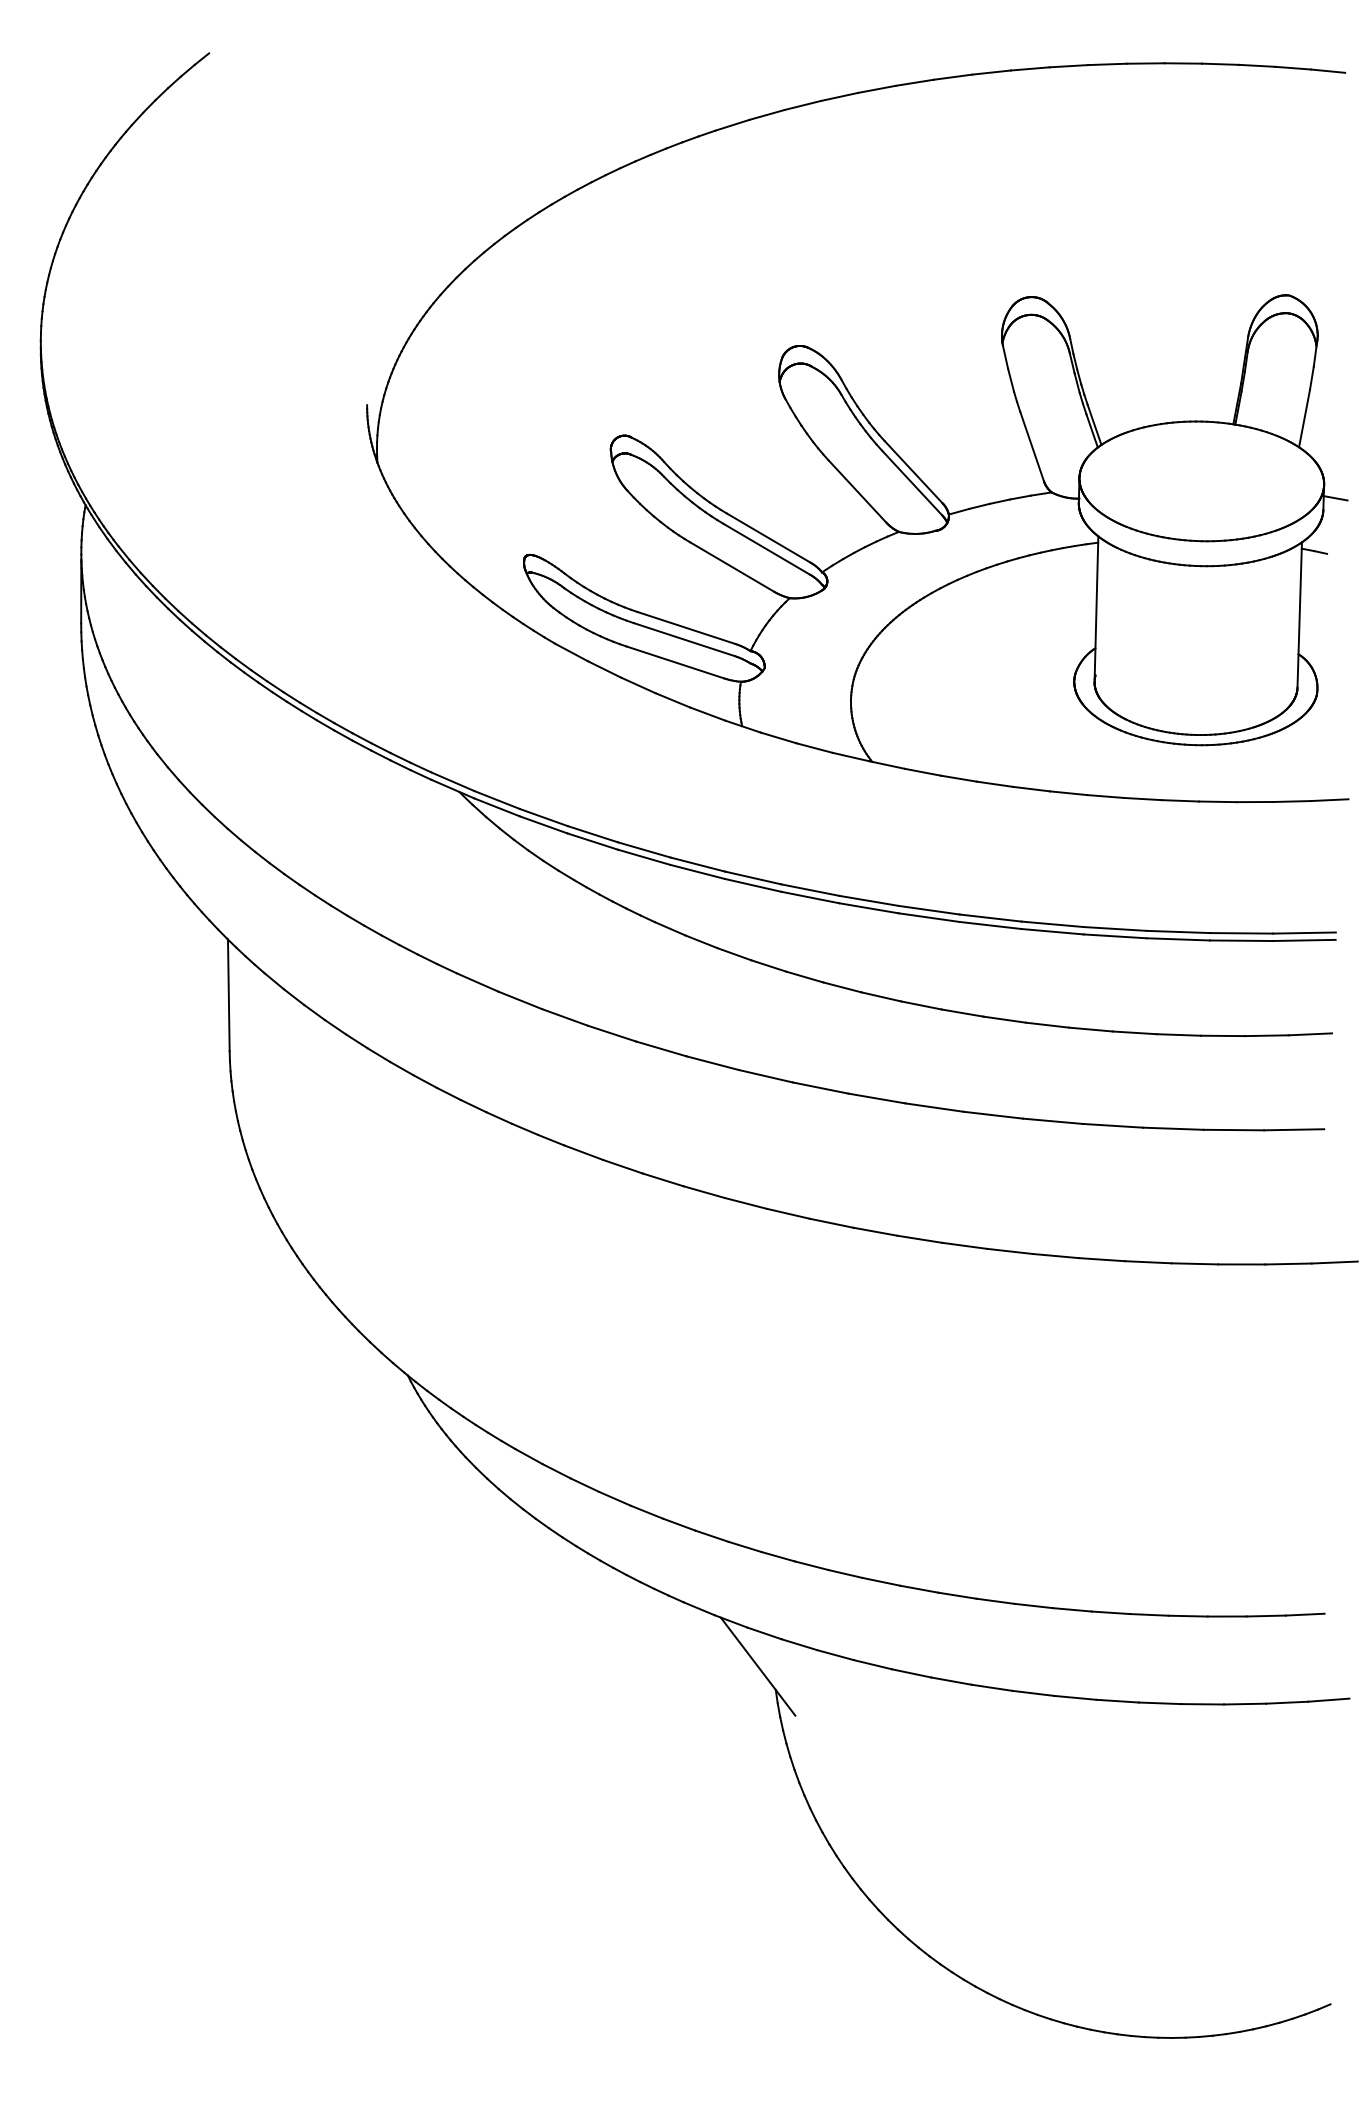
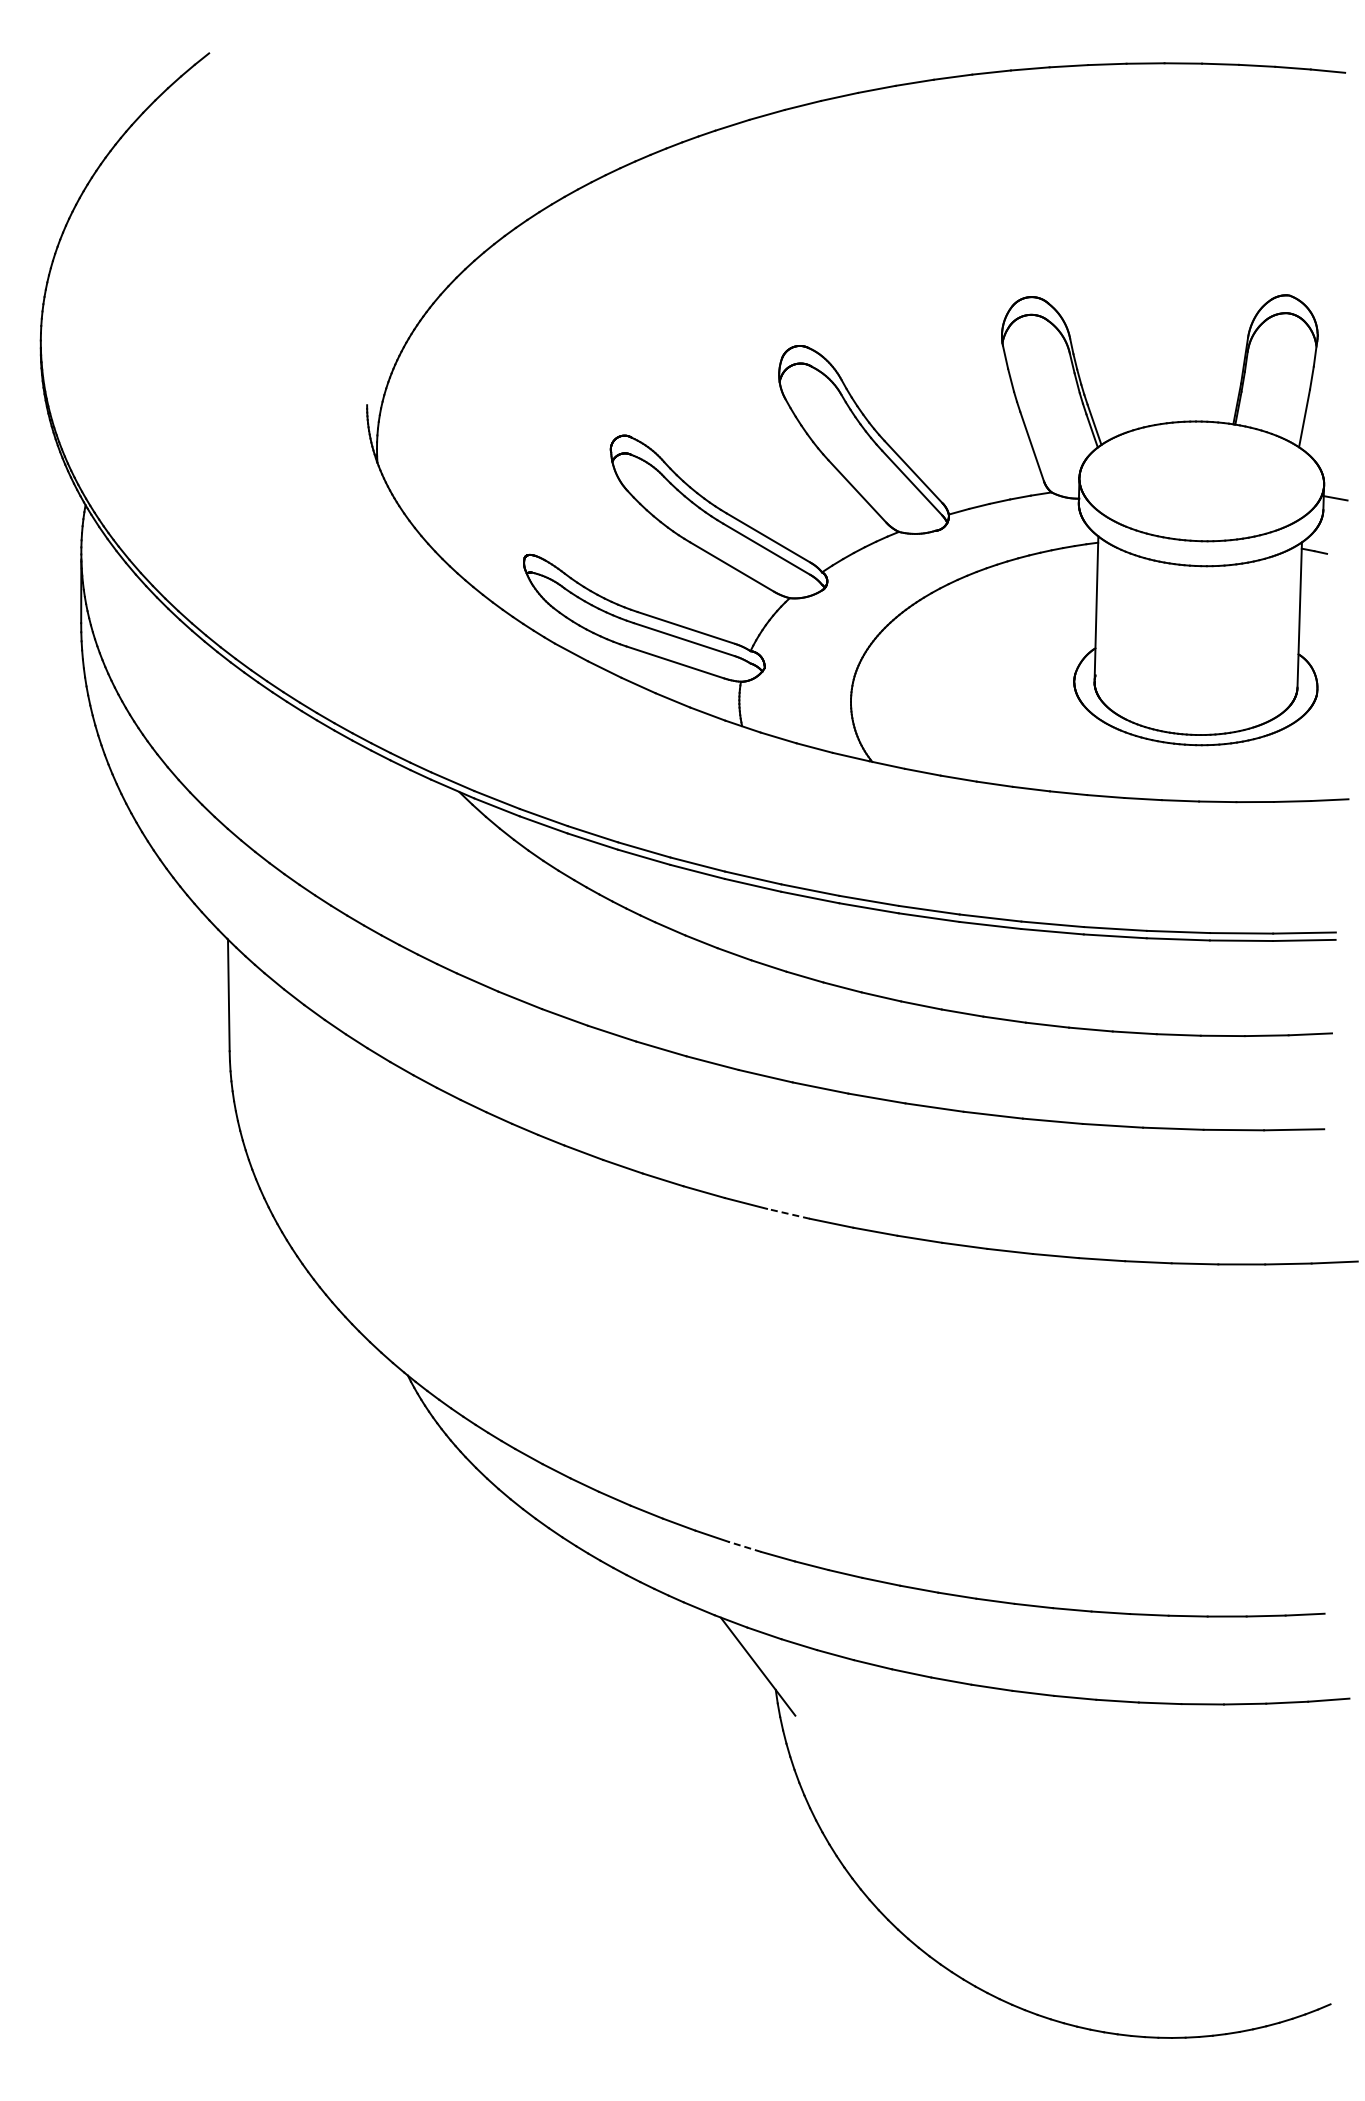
line at (787, 1213): solid -> dashed
line at (744, 1546): solid -> dashed
